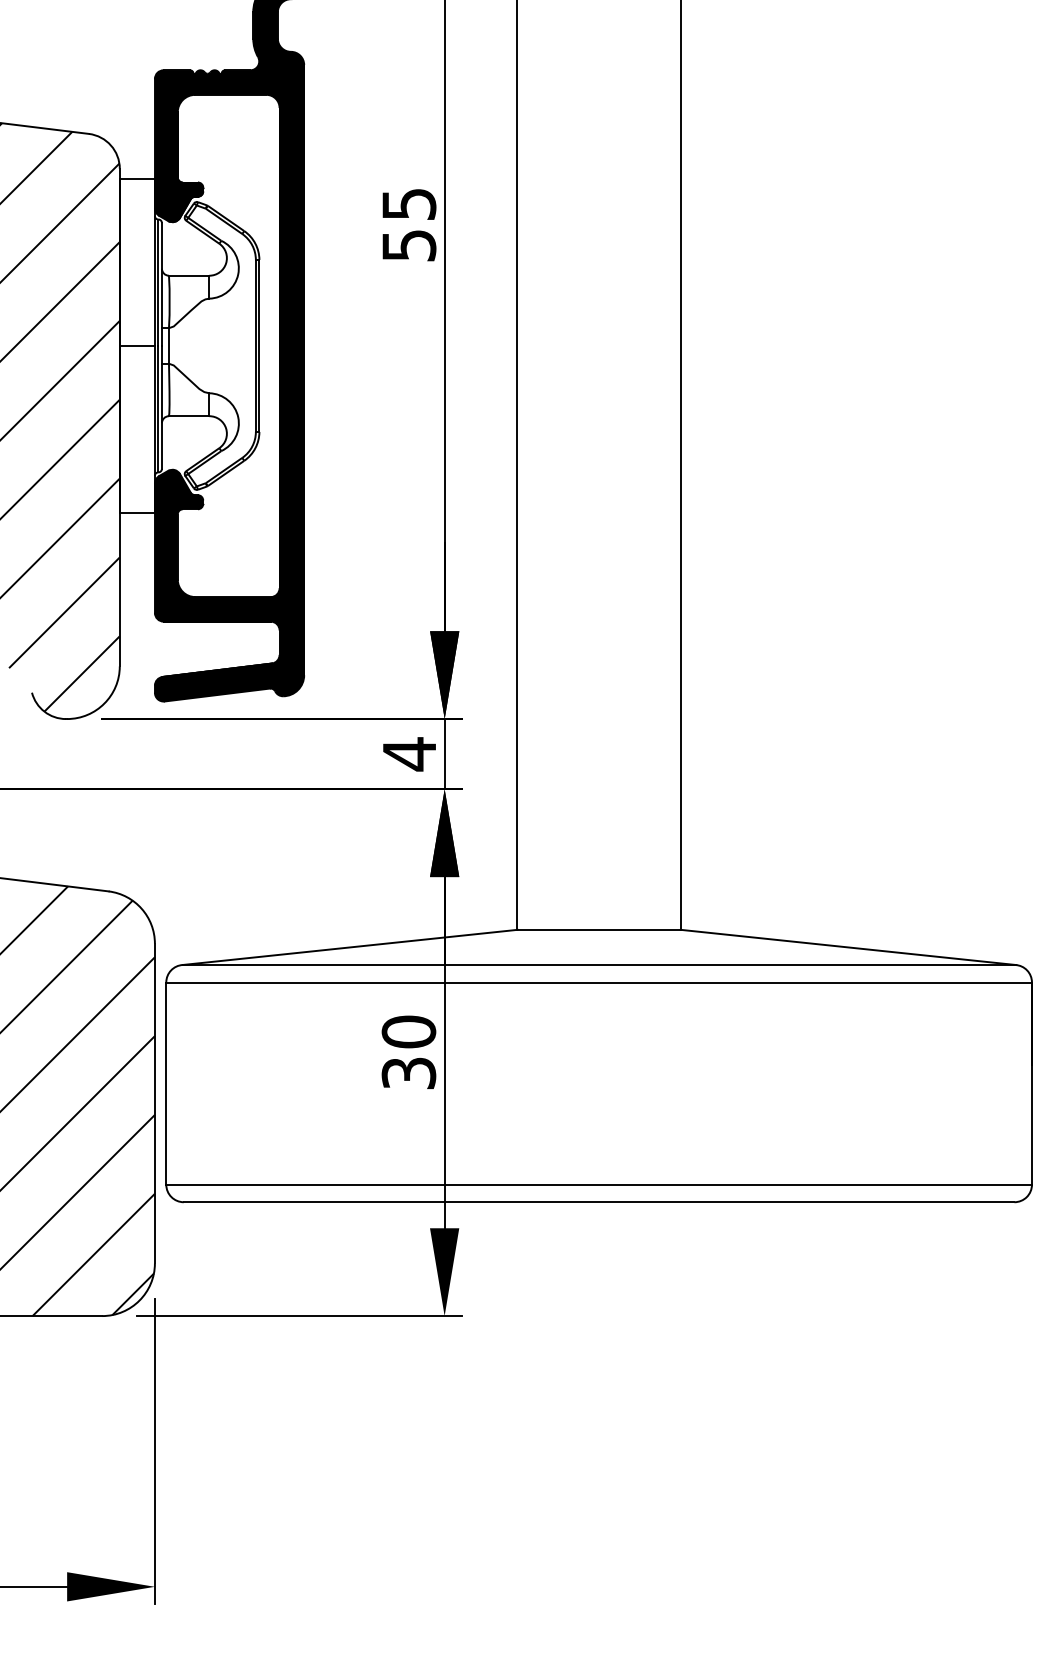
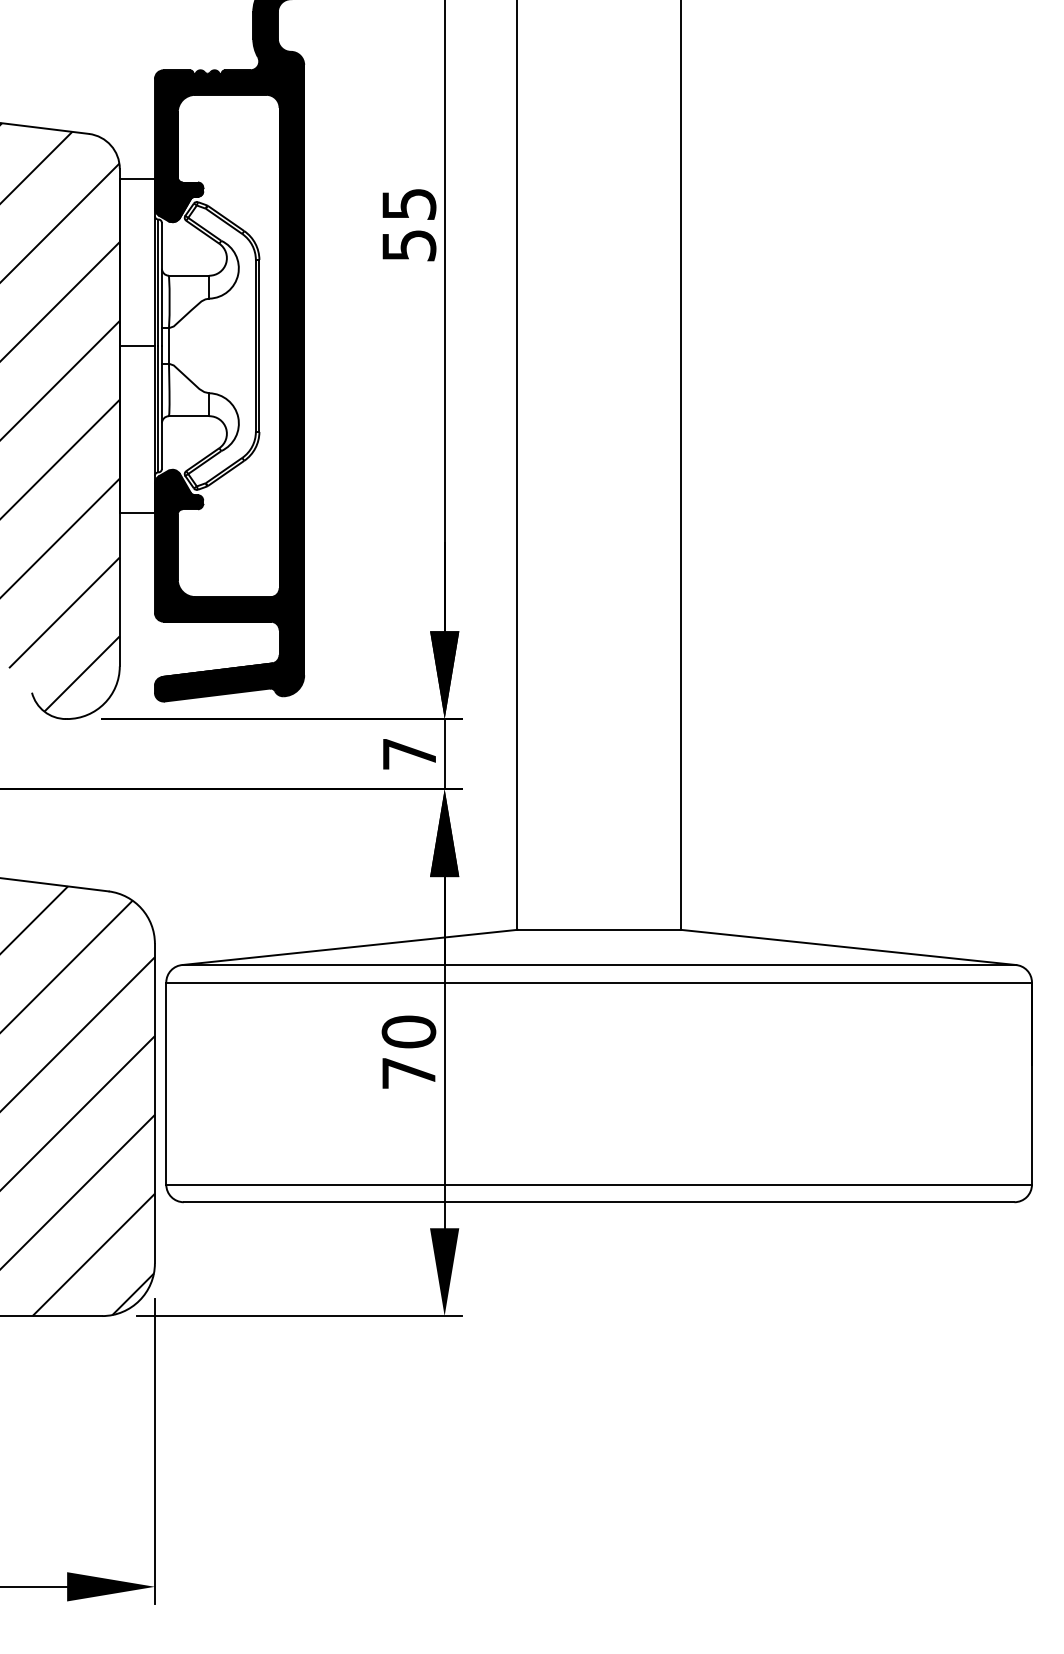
text at (409, 754): 4 -> 7
text at (408, 1072): 30 -> 70
